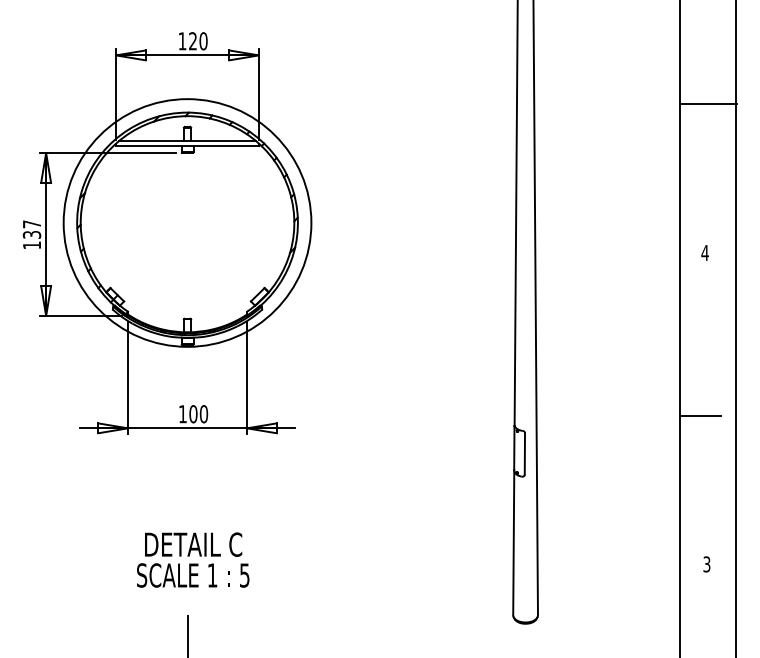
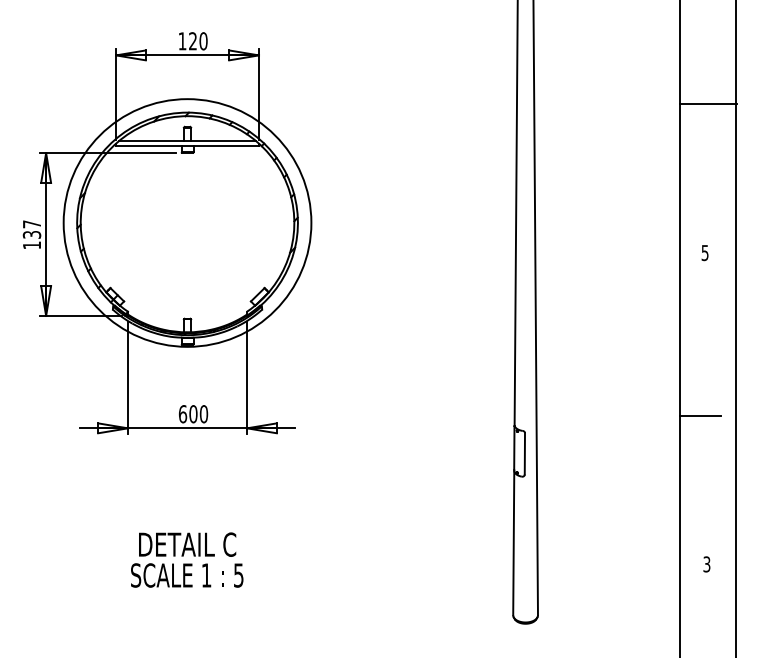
text at (704, 253): 4 -> 5
text at (182, 414): 100 -> 600
text at (193, 559) position: (193, 559) -> (187, 559)
line at (187, 634): present -> none
